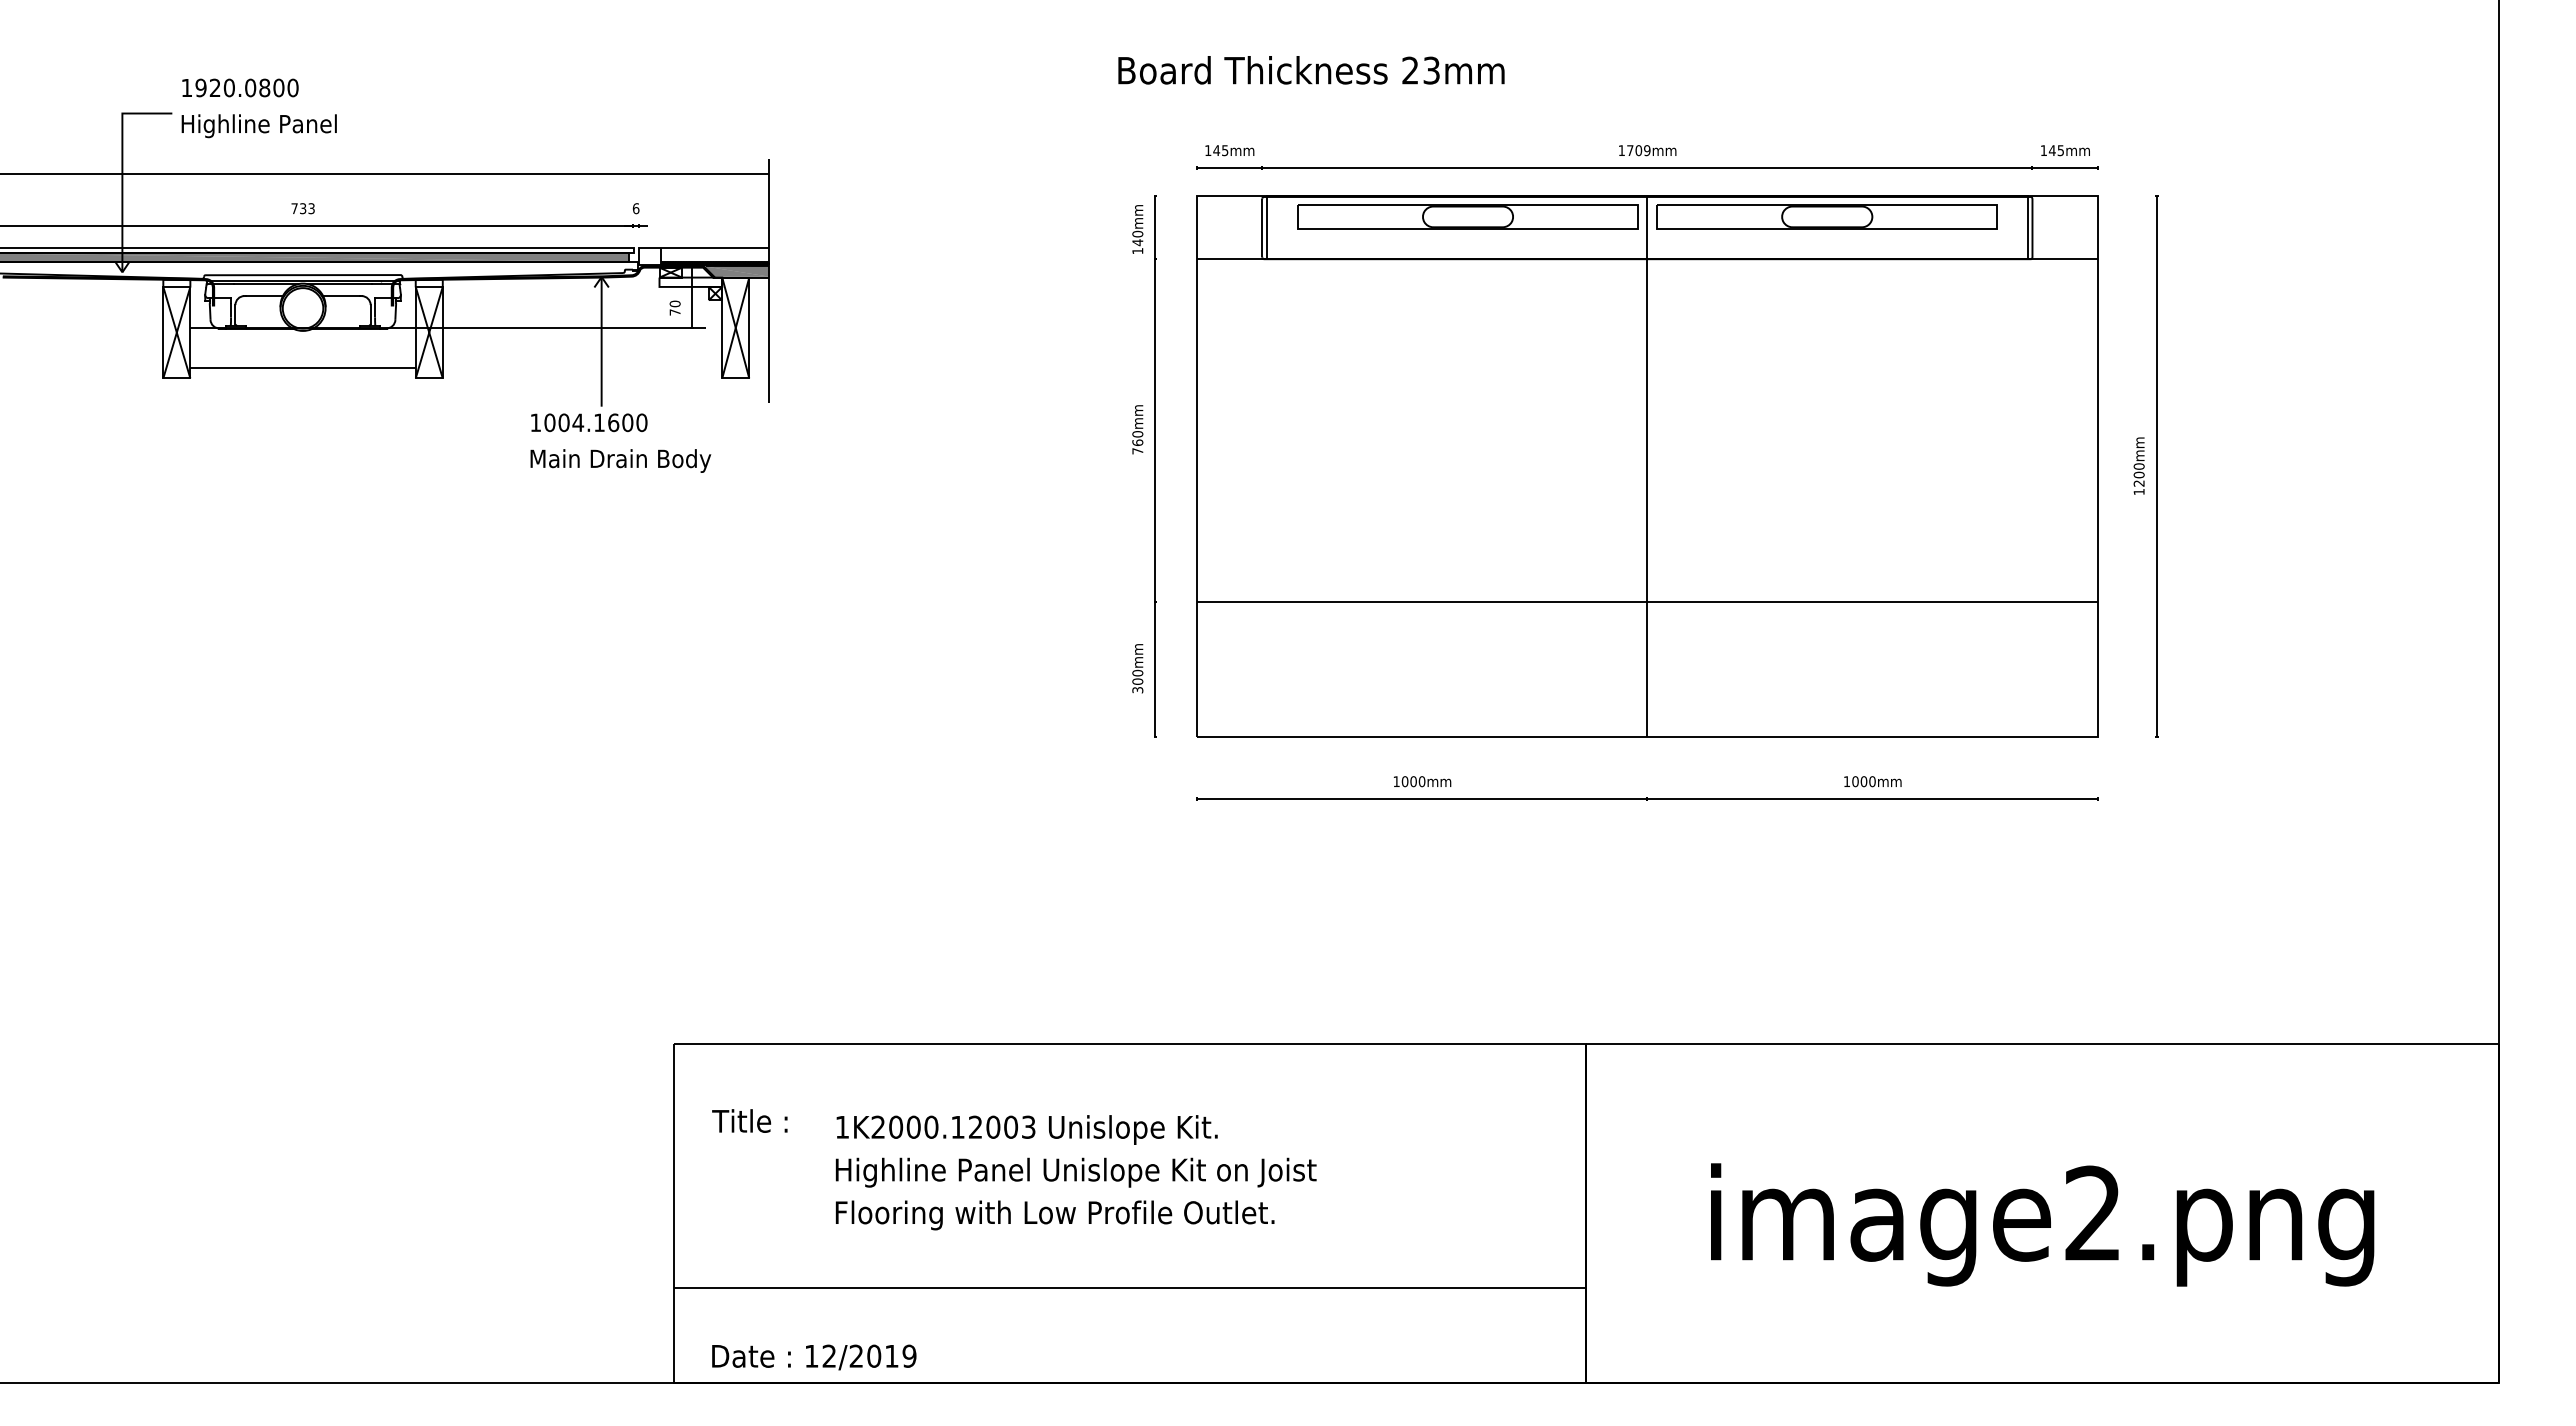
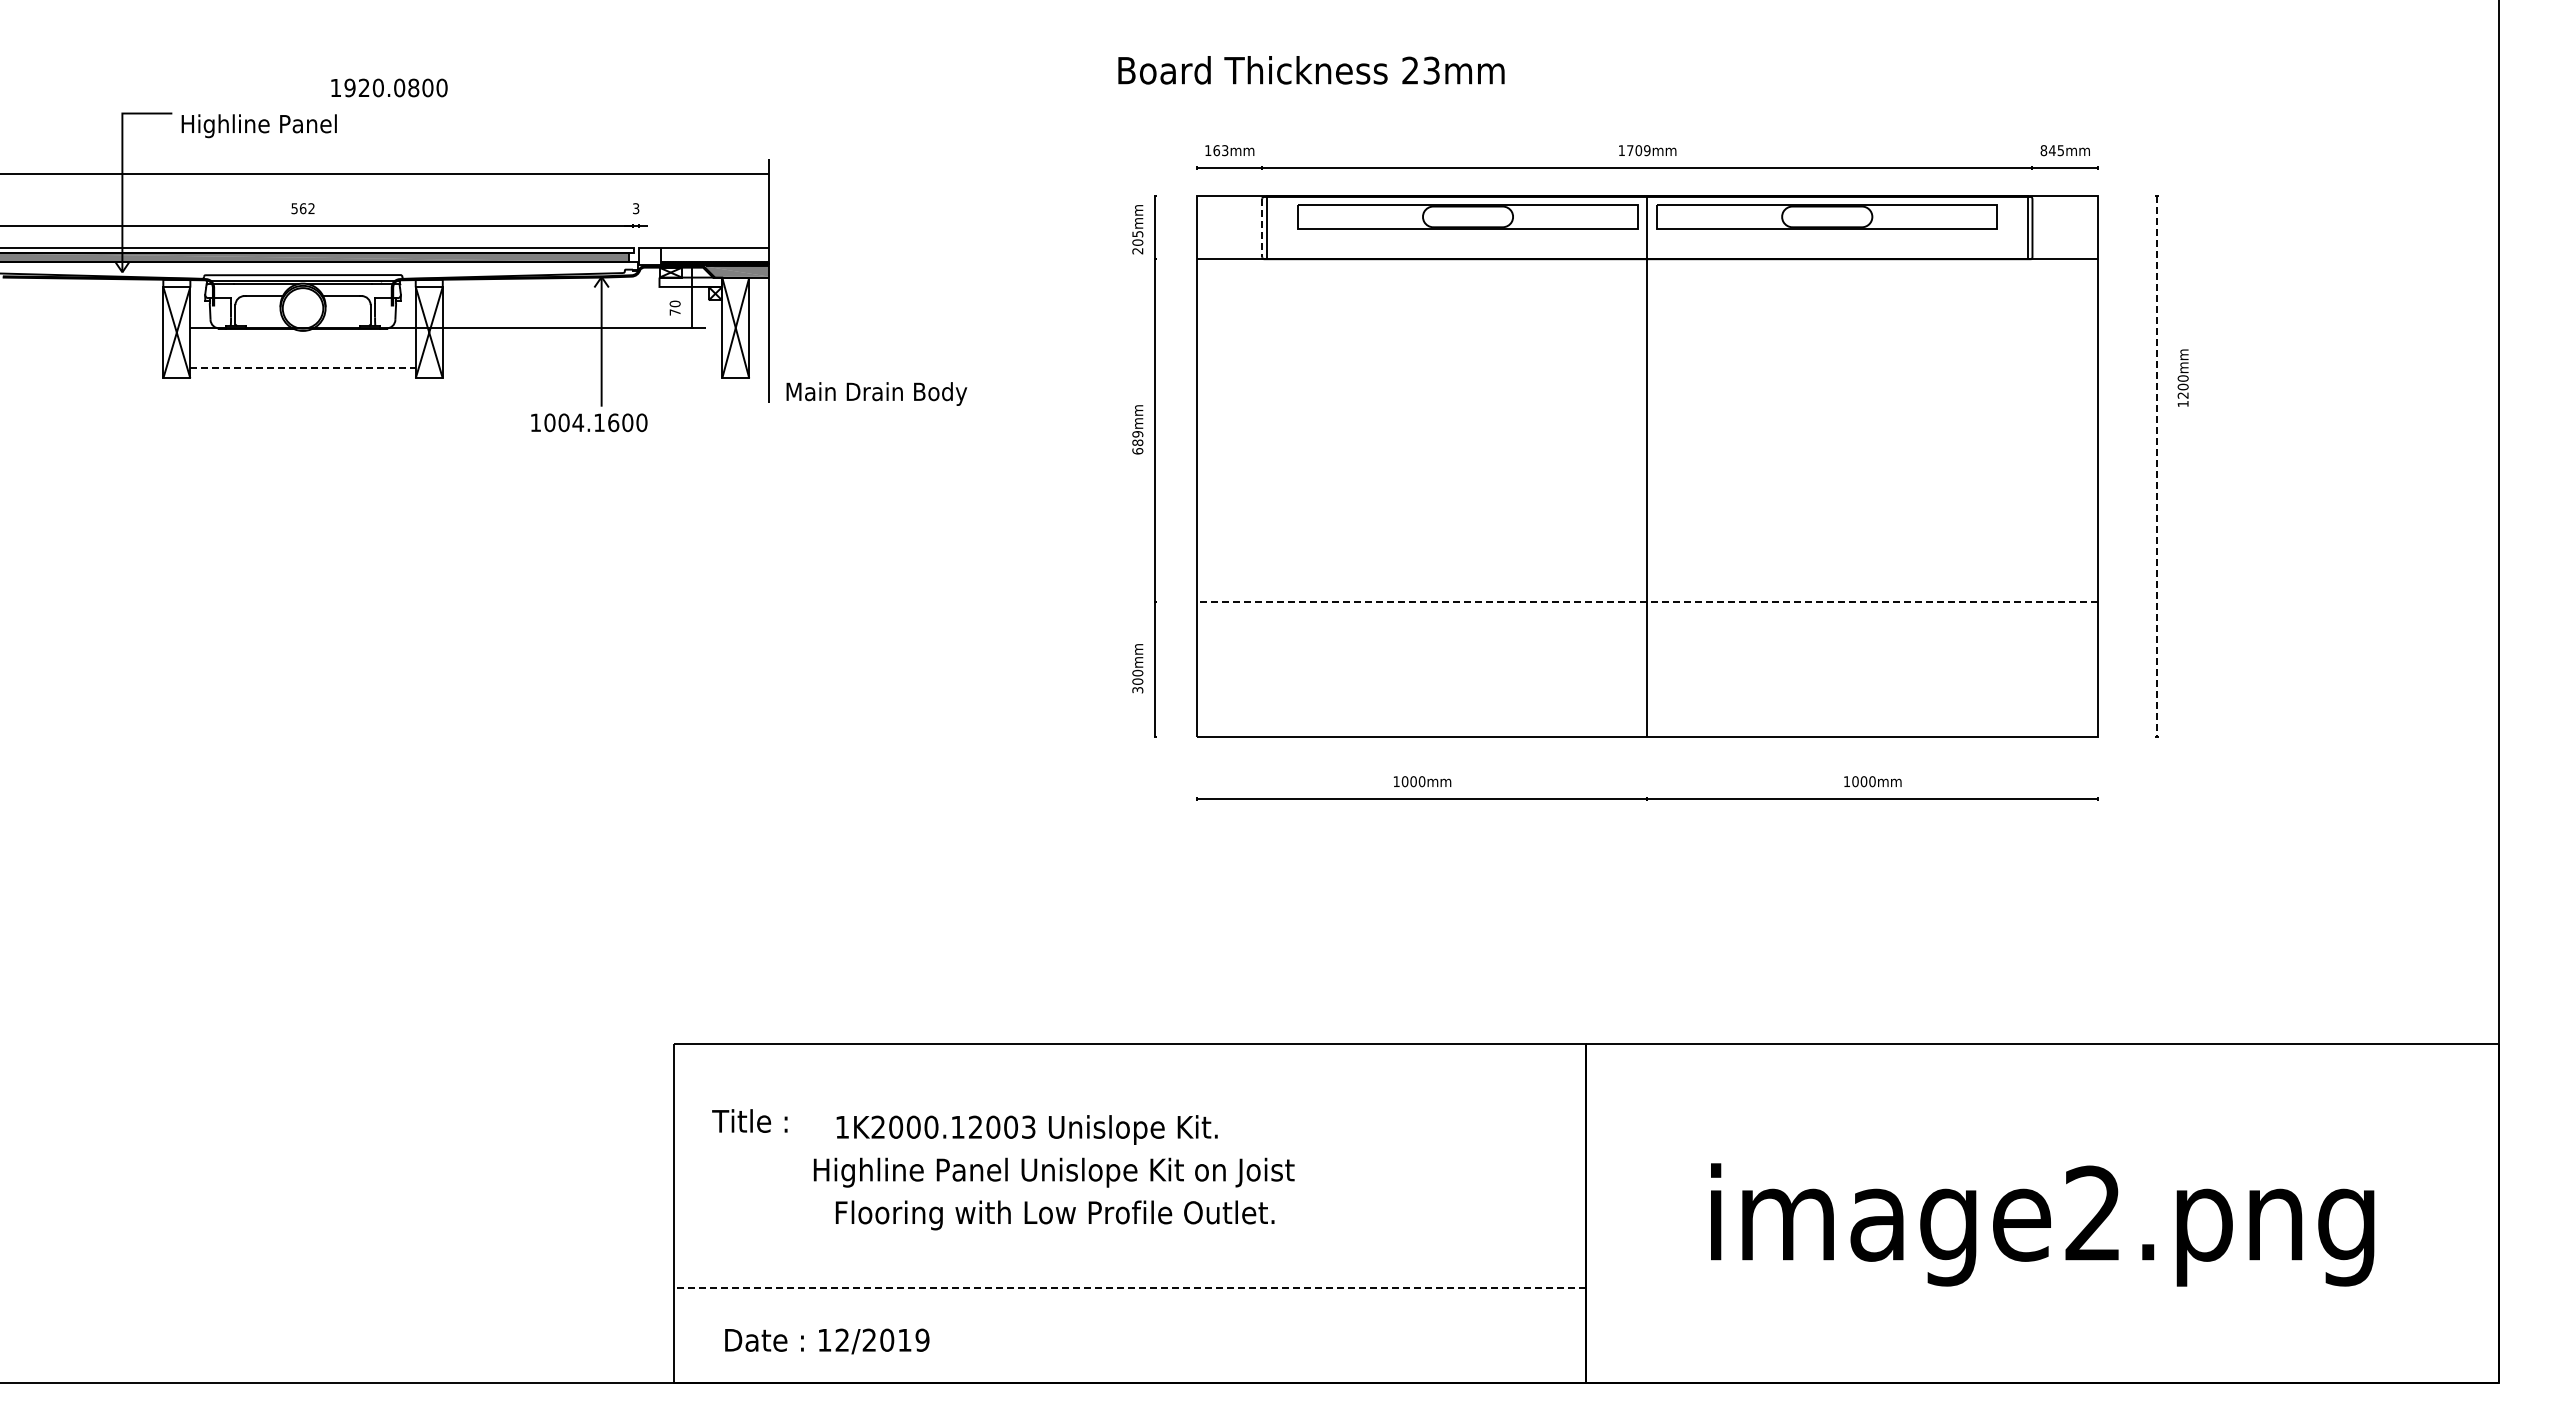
text at (240, 87) position: (240, 87) -> (389, 87)
text at (1220, 150): 145mm -> 163mm
text at (2043, 150): 145mm -> 845mm
text at (302, 208): 733 -> 562
text at (635, 208): 6 -> 3
line at (1262, 228): solid -> dashed
text at (1137, 242): 140mm -> 205mm
line at (303, 368): solid -> dashed
text at (1137, 442): 760mm -> 689mm
text at (620, 460) position: (620, 460) -> (876, 393)
text at (2138, 465) position: (2138, 465) -> (2182, 377)
line at (2156, 467): solid -> dashed
line at (1647, 601): solid -> dashed
text at (1075, 1172) position: (1075, 1172) -> (1053, 1172)
line at (1129, 1287): solid -> dashed
text at (814, 1357) position: (814, 1357) -> (827, 1341)
